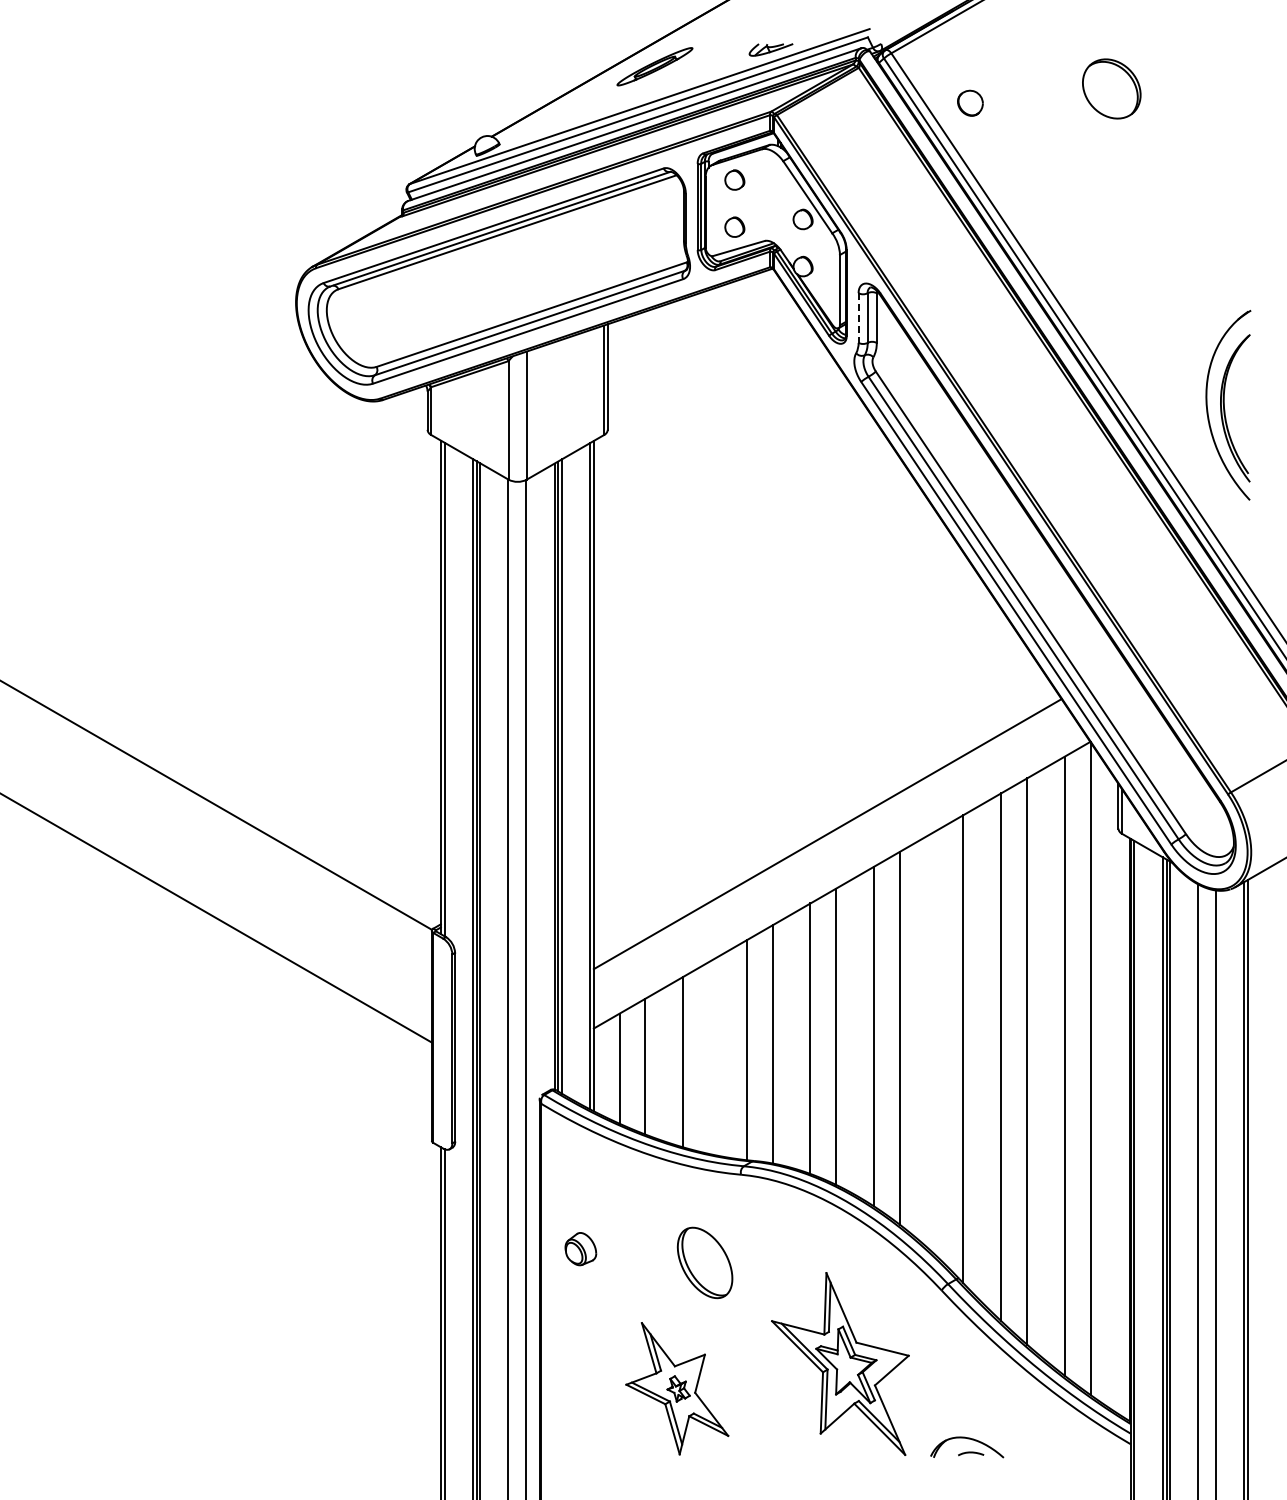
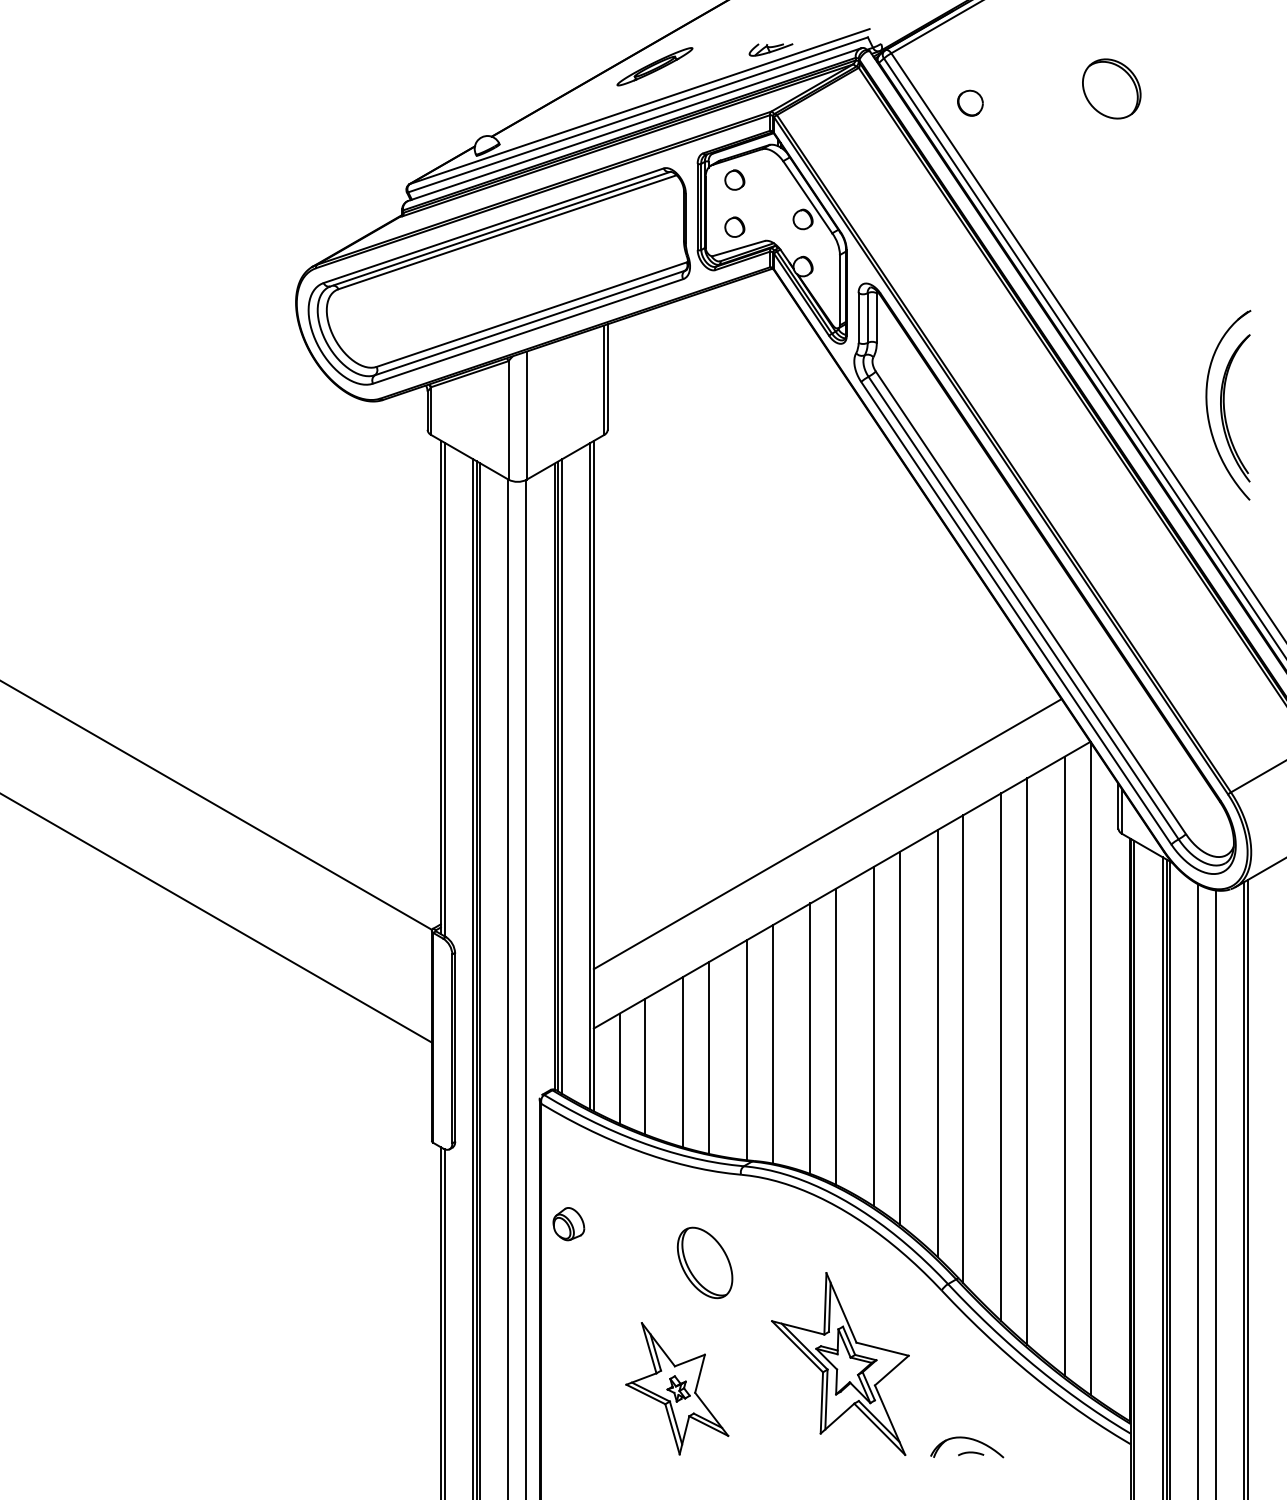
line at (858, 318): dashed -> solid
line at (937, 1043): none -> present
line at (708, 1057): none -> present
part at (580, 1249) position: (580, 1249) -> (568, 1224)
